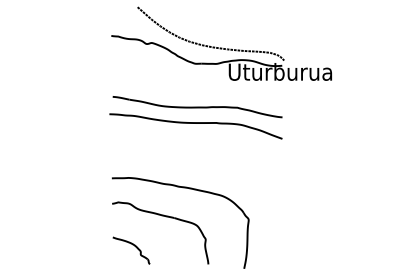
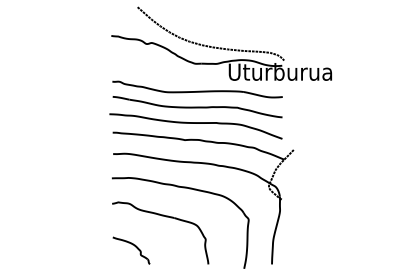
part at (197, 89): none -> present
part at (211, 165): none -> present
